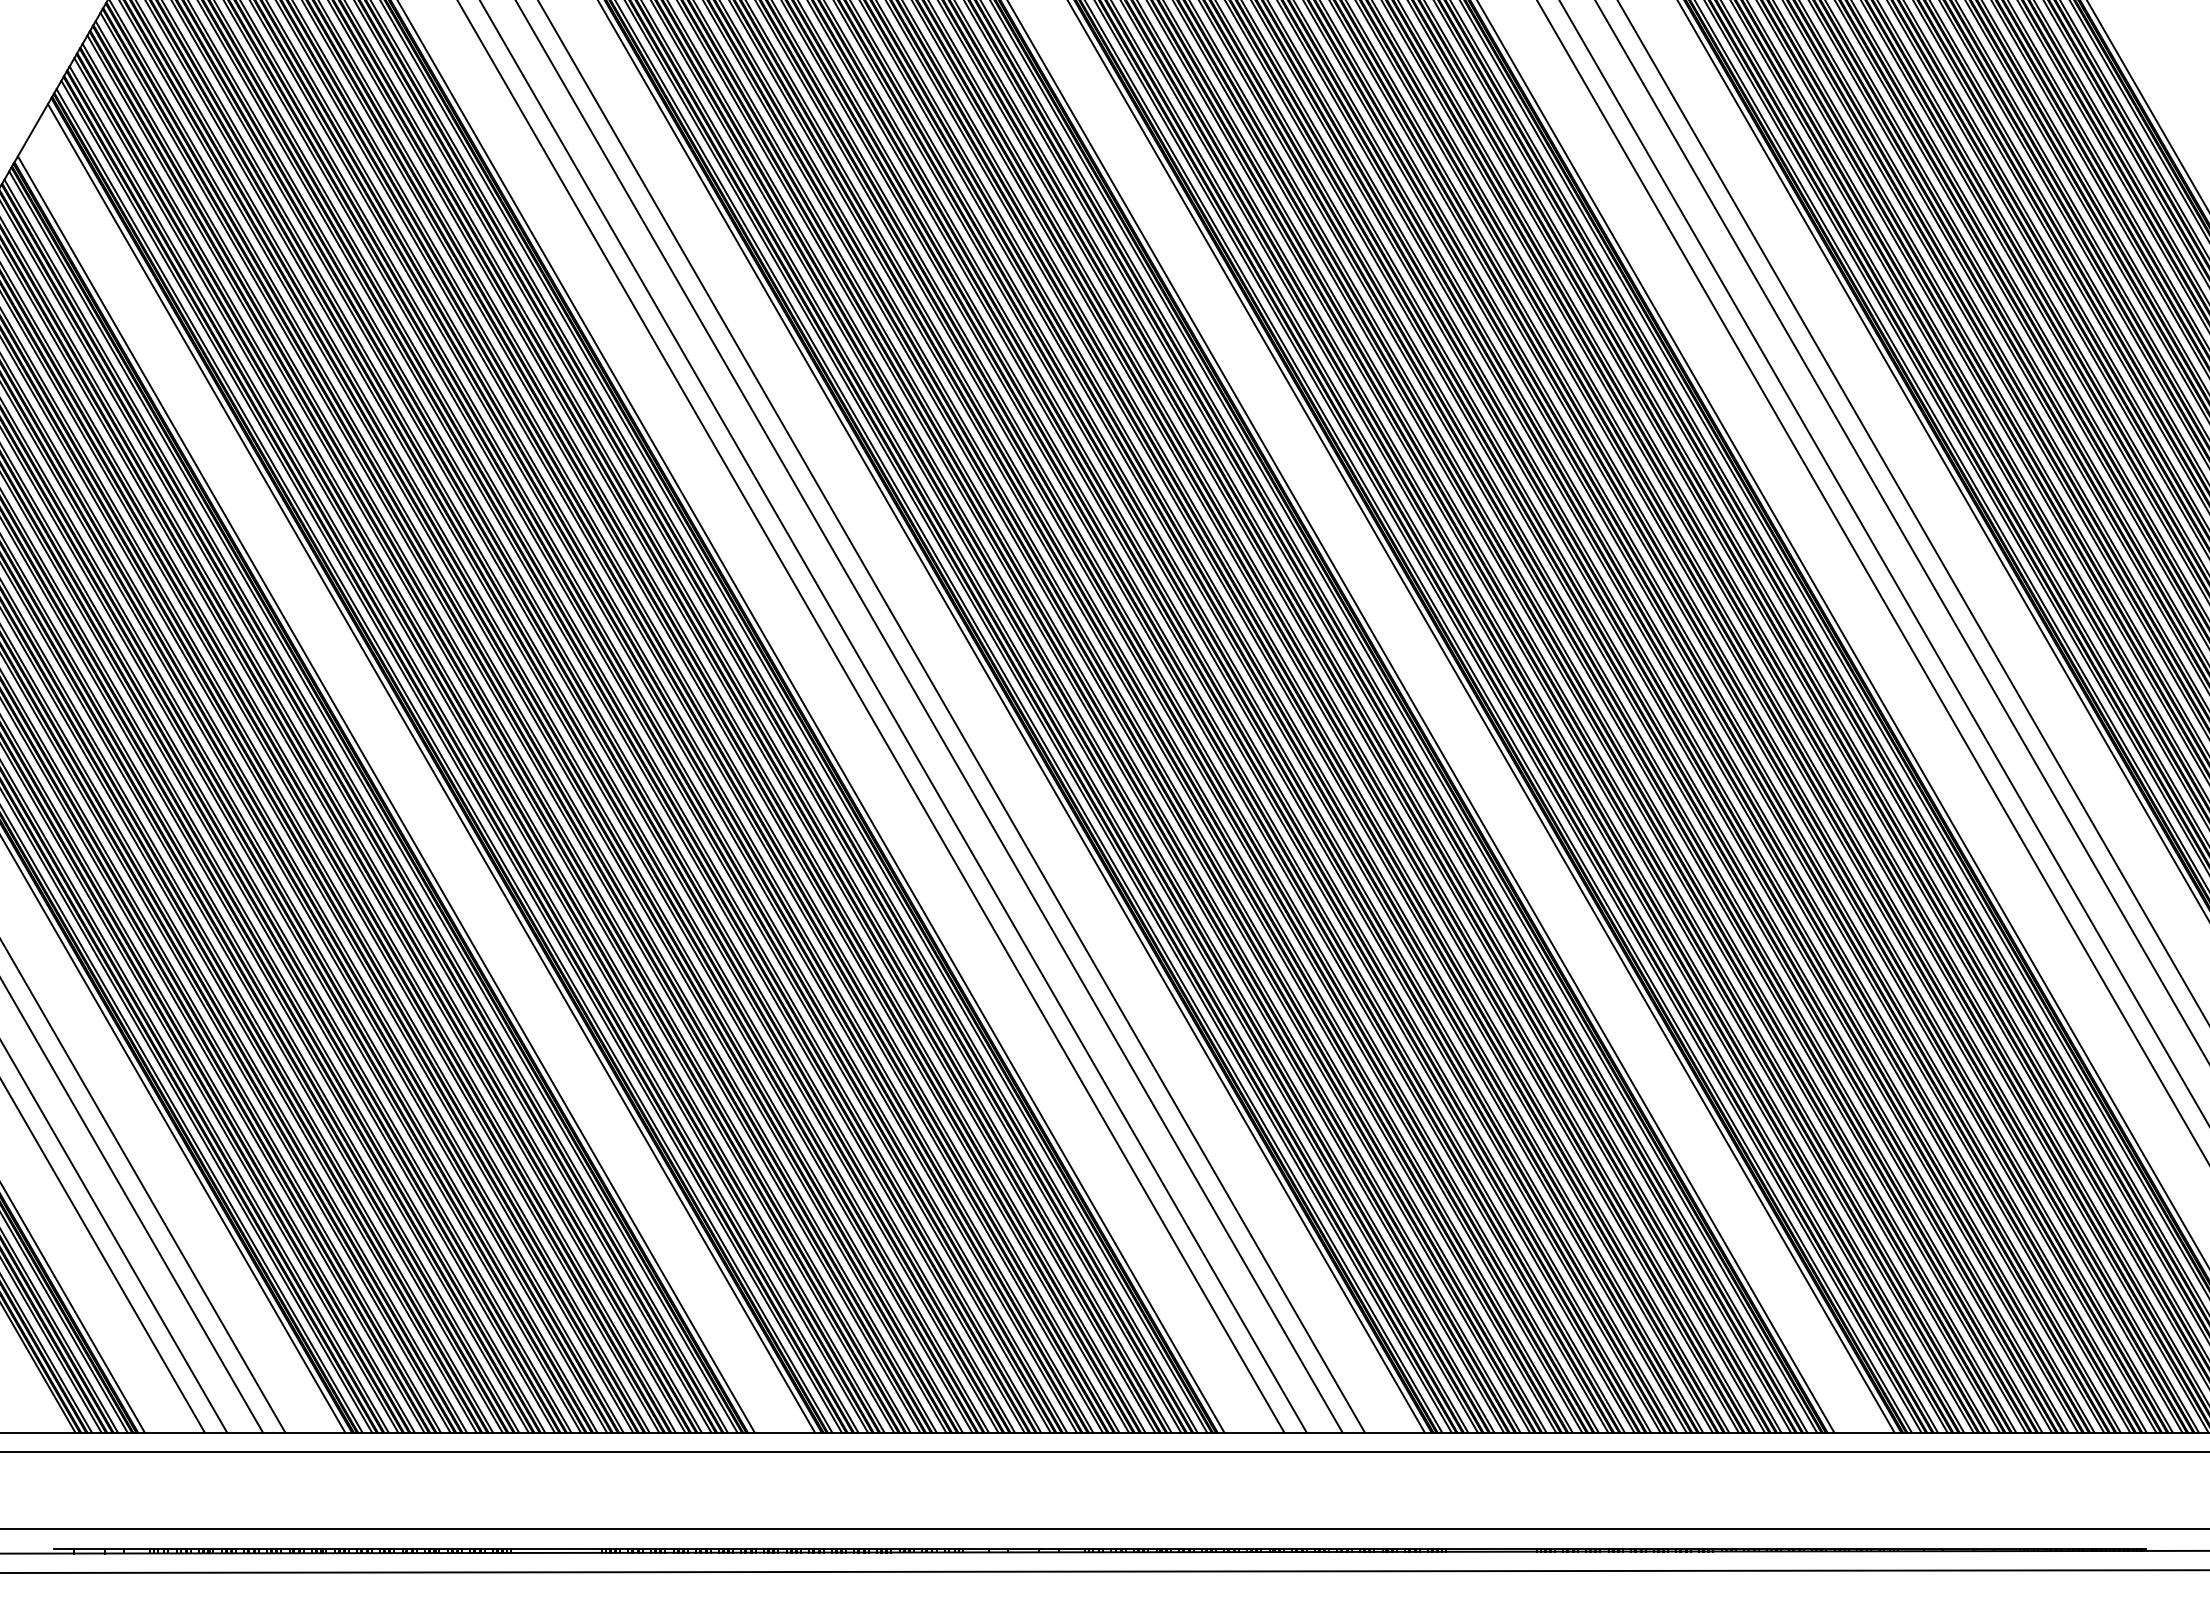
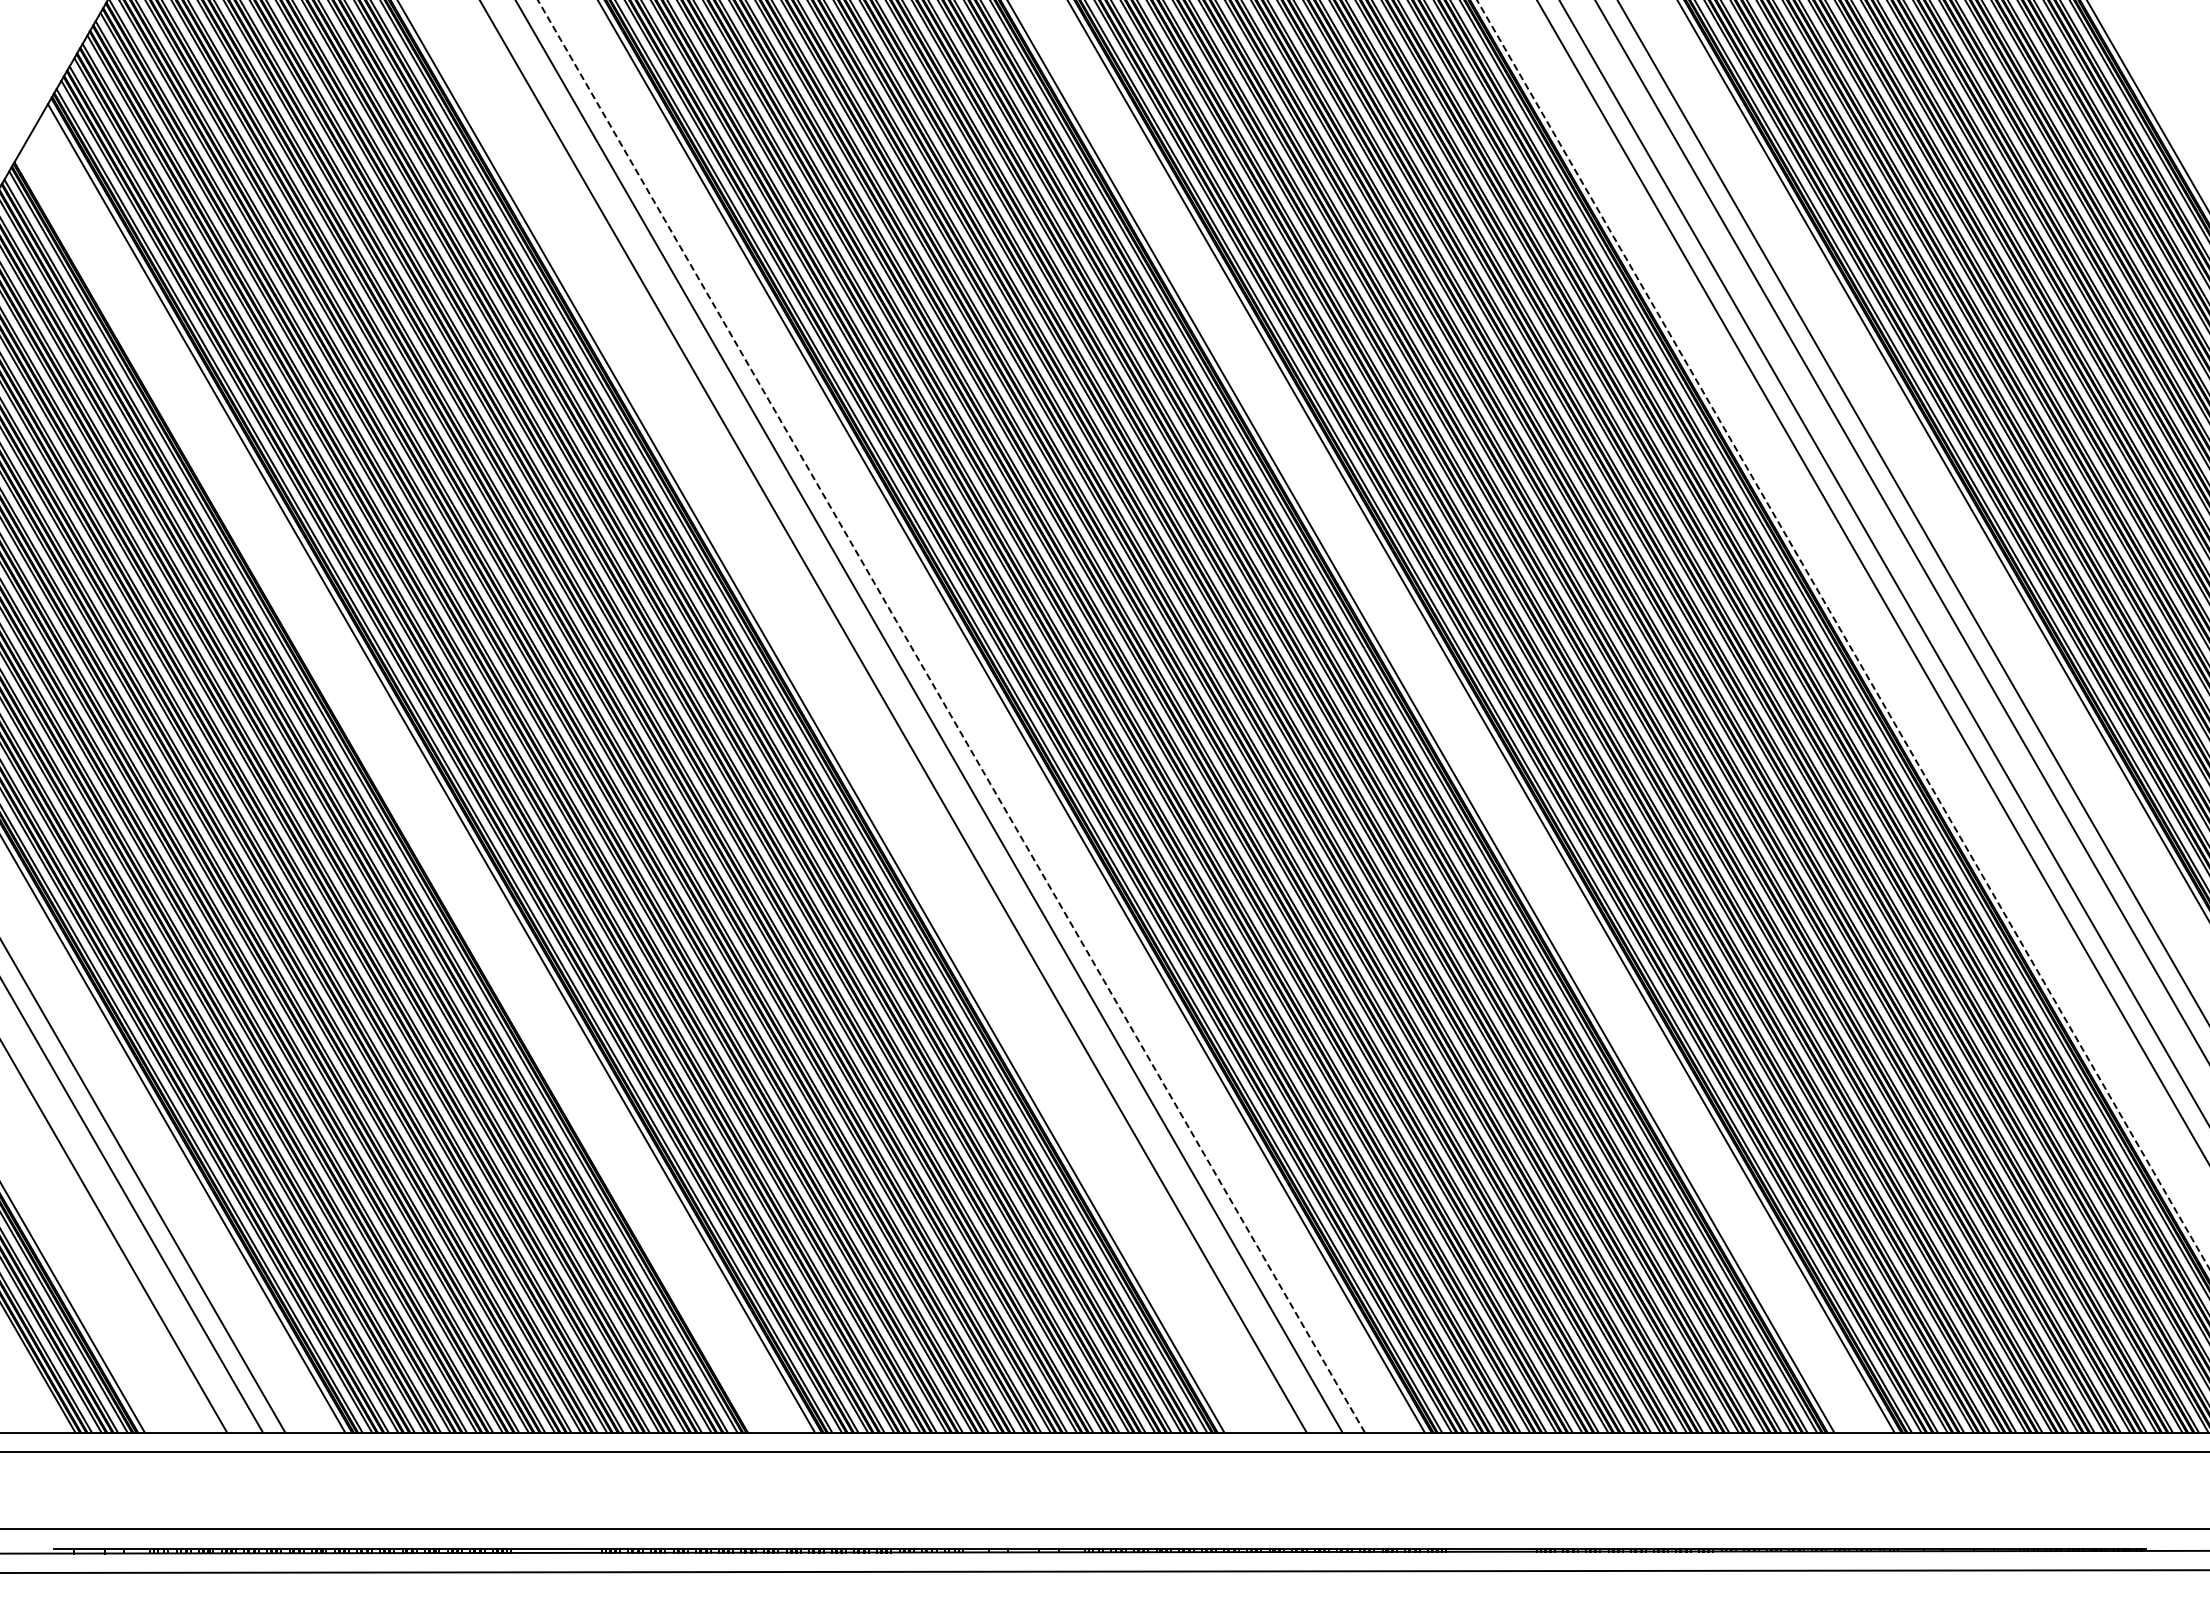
line at (1843, 634): solid -> dashed
line at (951, 716): solid -> dashed
line at (871, 717): present -> none
line at (385, 794): present -> none
line at (103, 1256): present -> none
